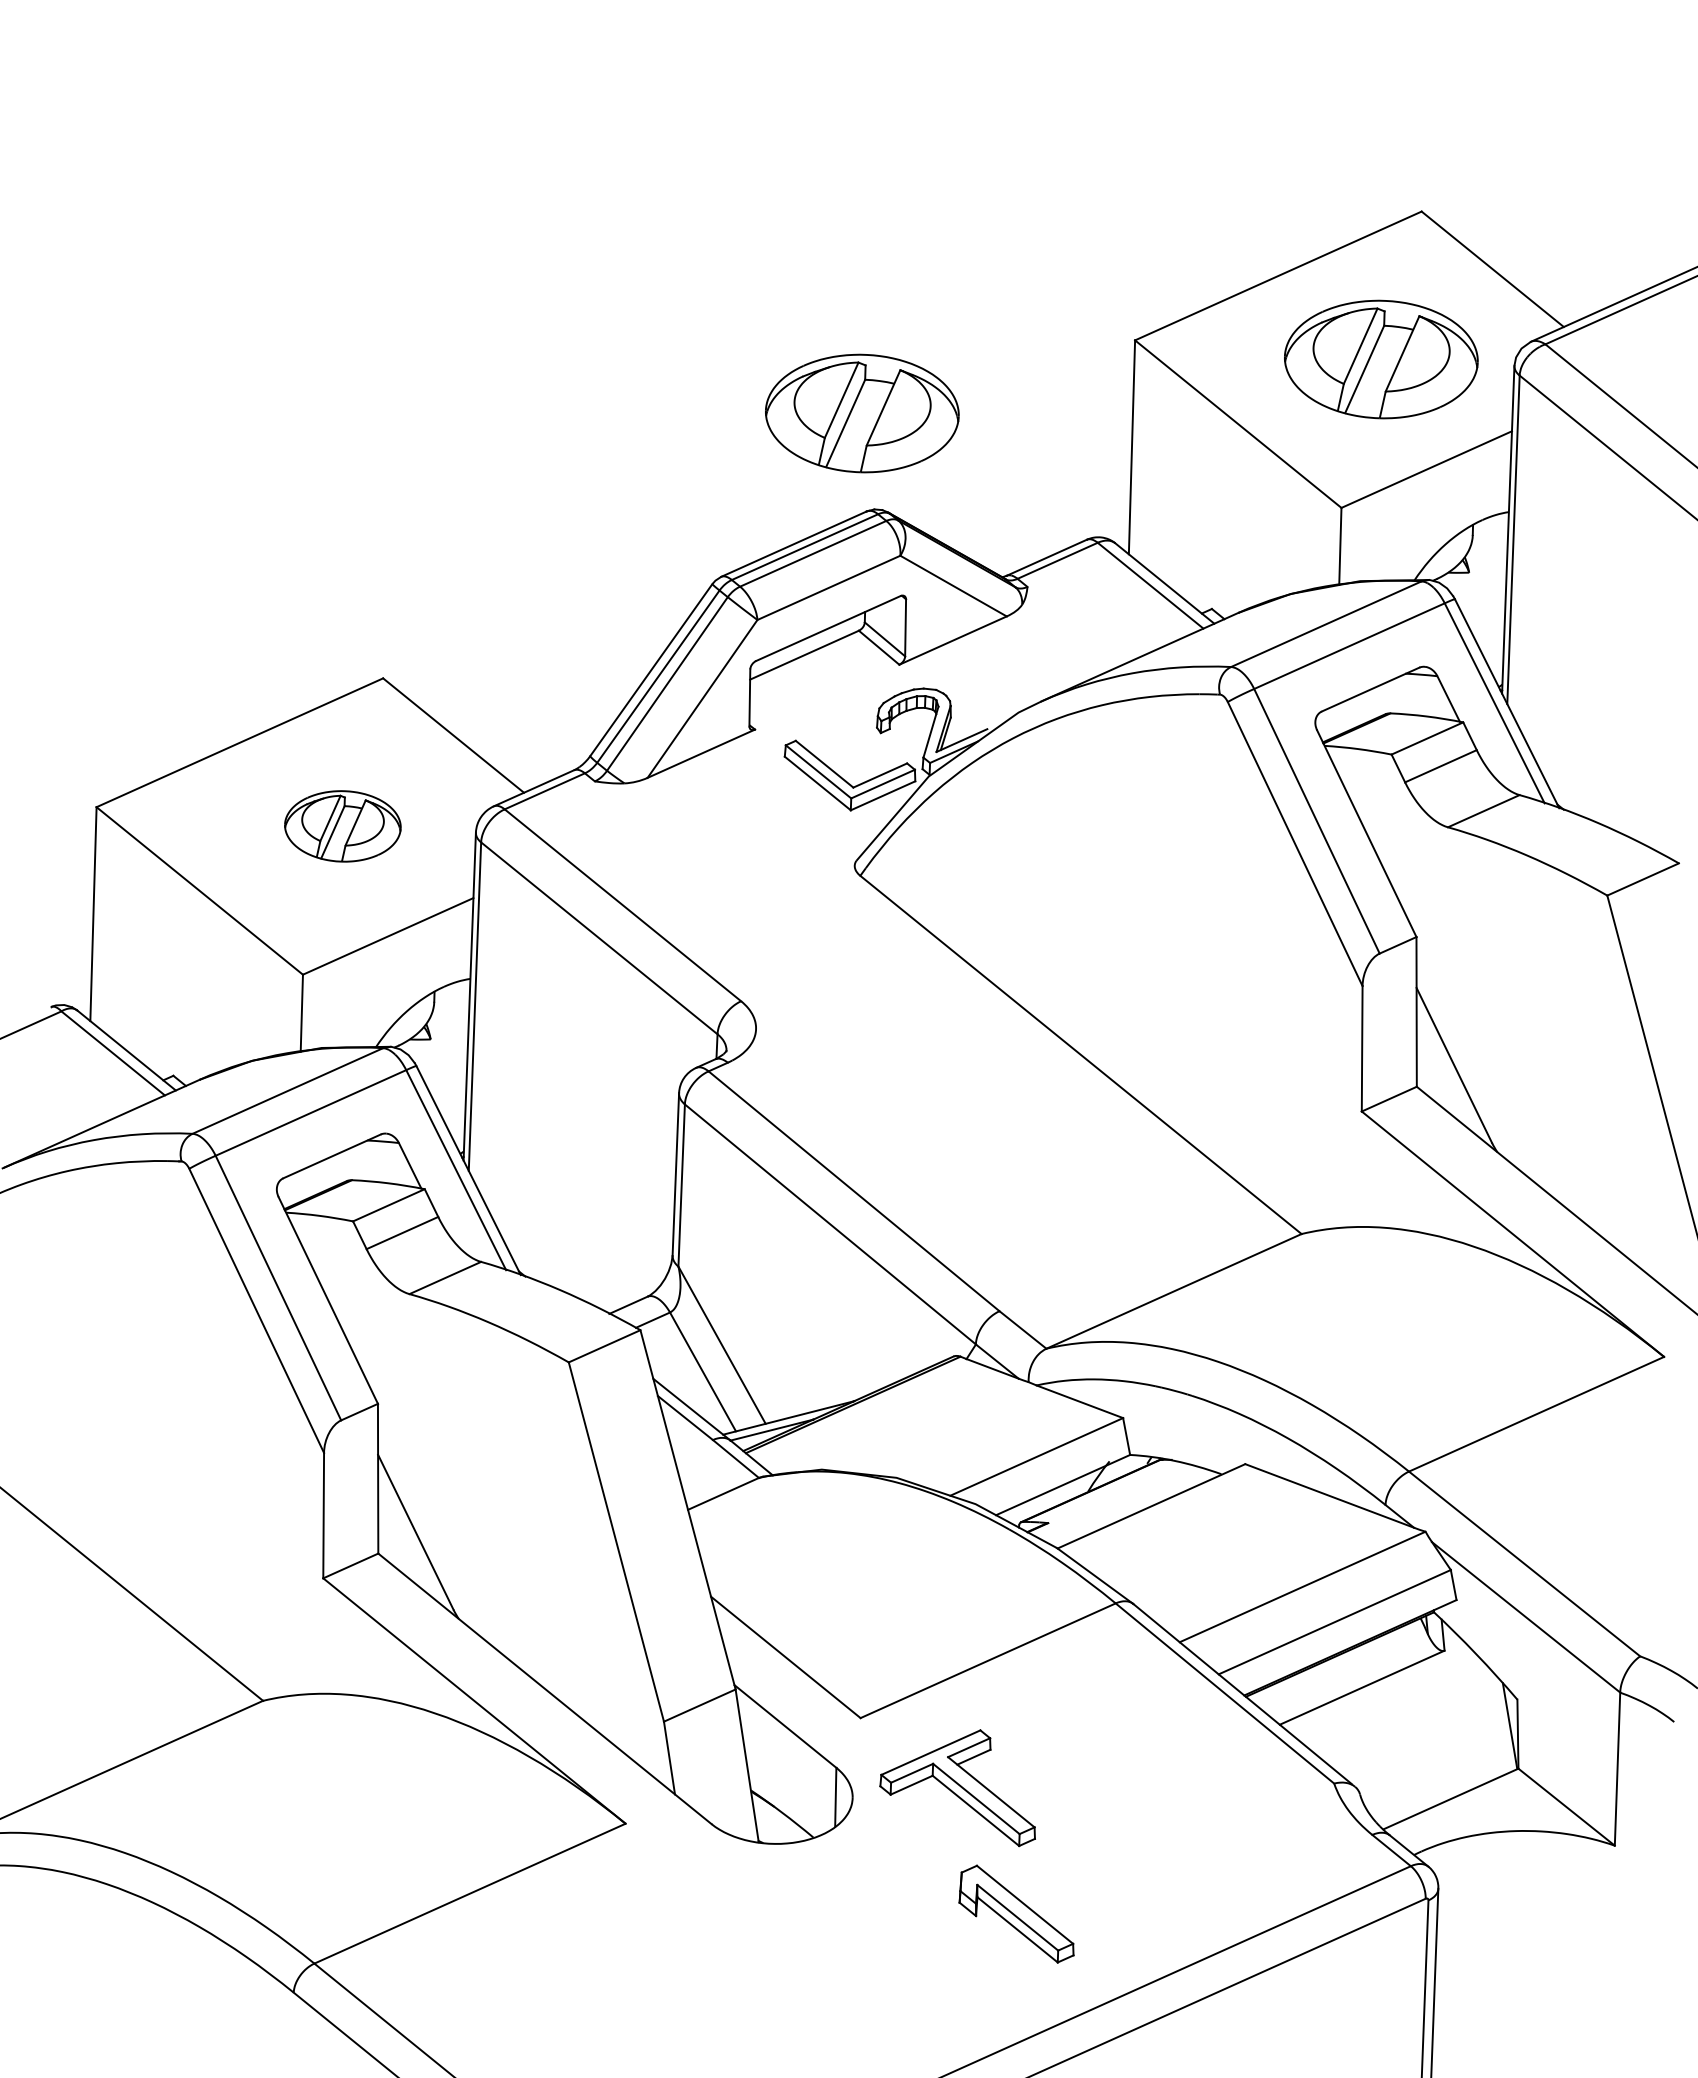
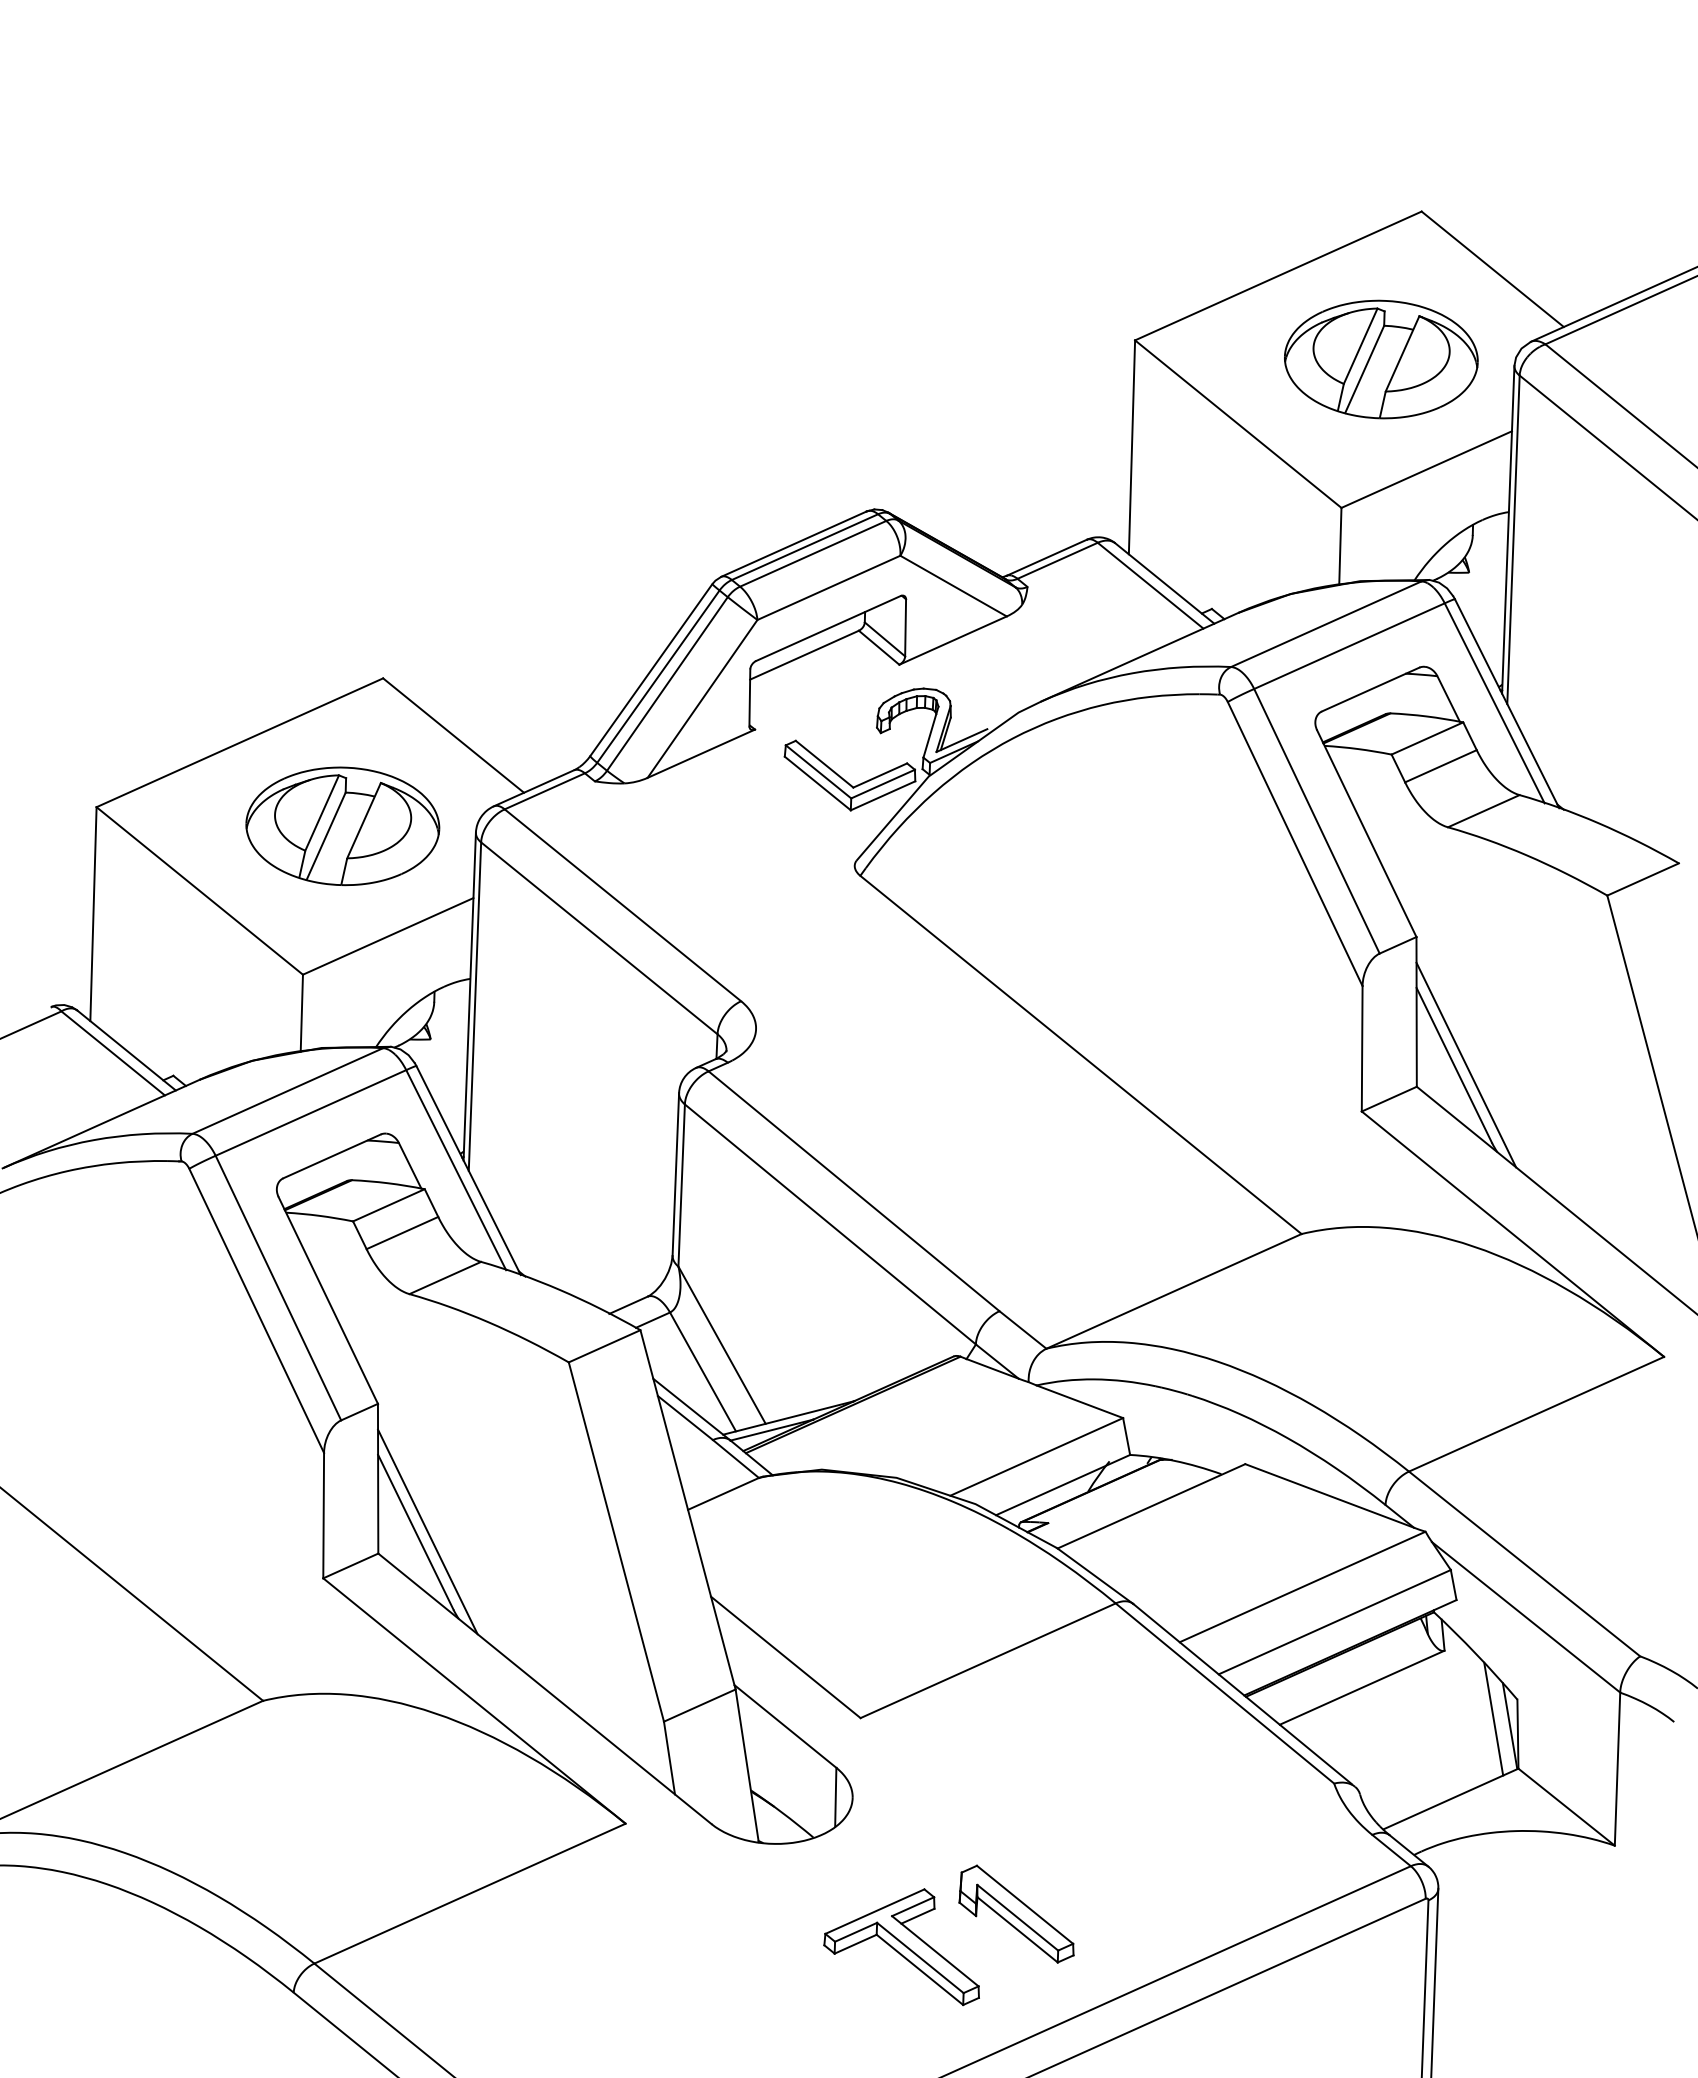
part at (862, 413): present -> none
part at (342, 826) size: 118x73 px -> 196x121 px
line at (1466, 1064): none -> present
line at (427, 1531): none -> present
line at (1493, 1718): none -> present
part at (957, 1788) position: (957, 1788) -> (901, 1947)
